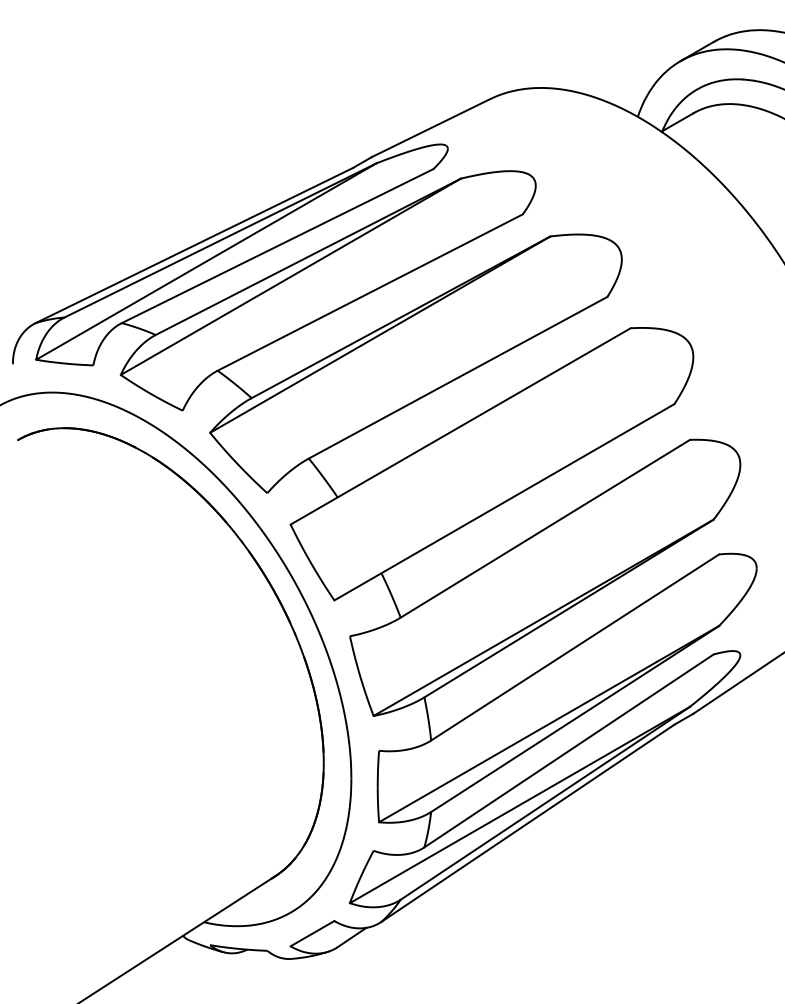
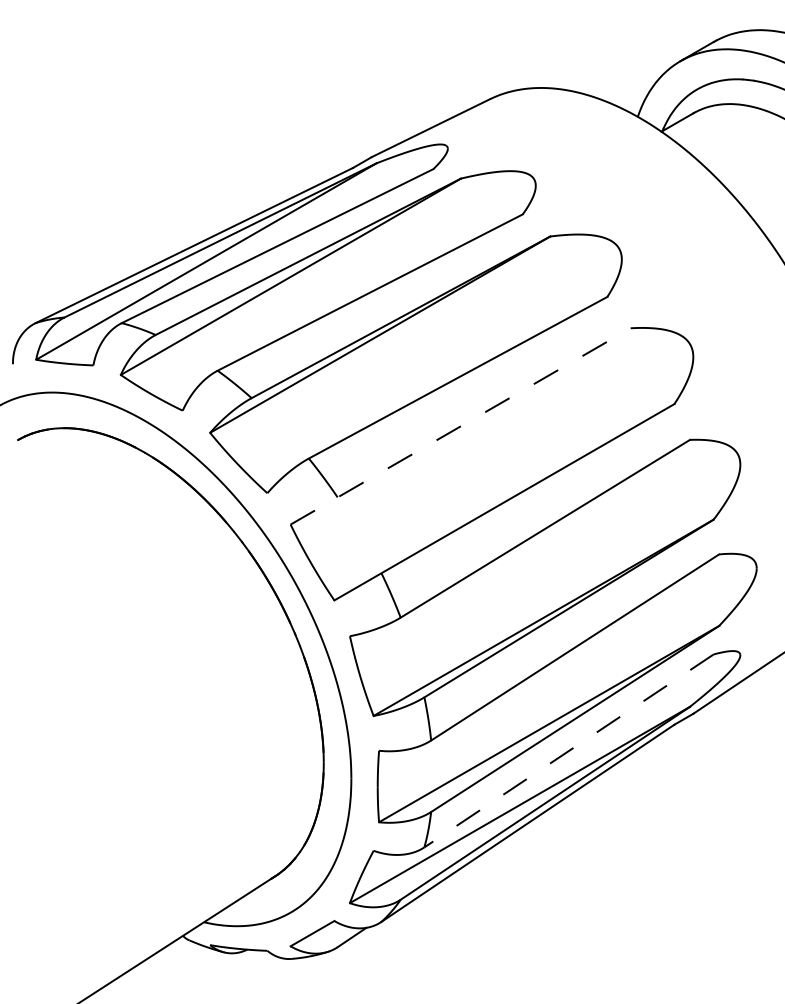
line at (461, 426): solid -> dashed
line at (569, 750): solid -> dashed
